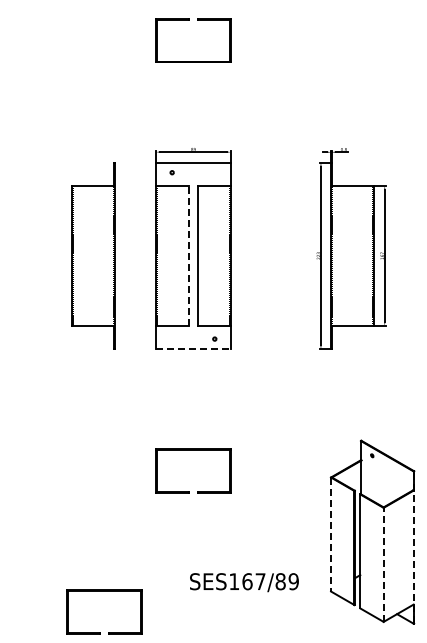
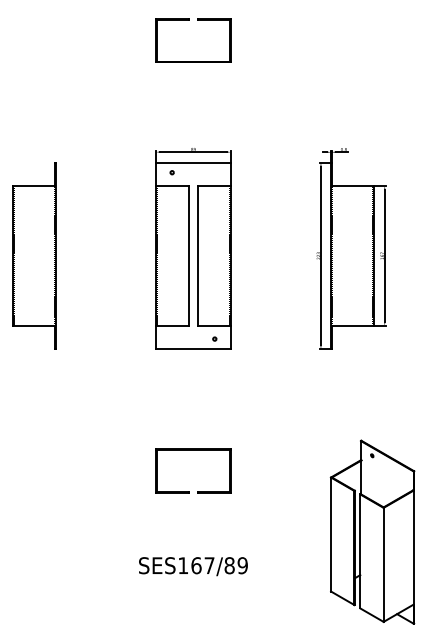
part at (93, 255) position: (93, 255) -> (34, 255)
line at (189, 255): dashed -> solid
line at (193, 349): dashed -> solid
line at (331, 535): dashed -> solid
line at (414, 546): dashed -> solid
line at (383, 564): dashed -> solid
text at (244, 582) position: (244, 582) -> (193, 566)
part at (104, 591): present -> none
